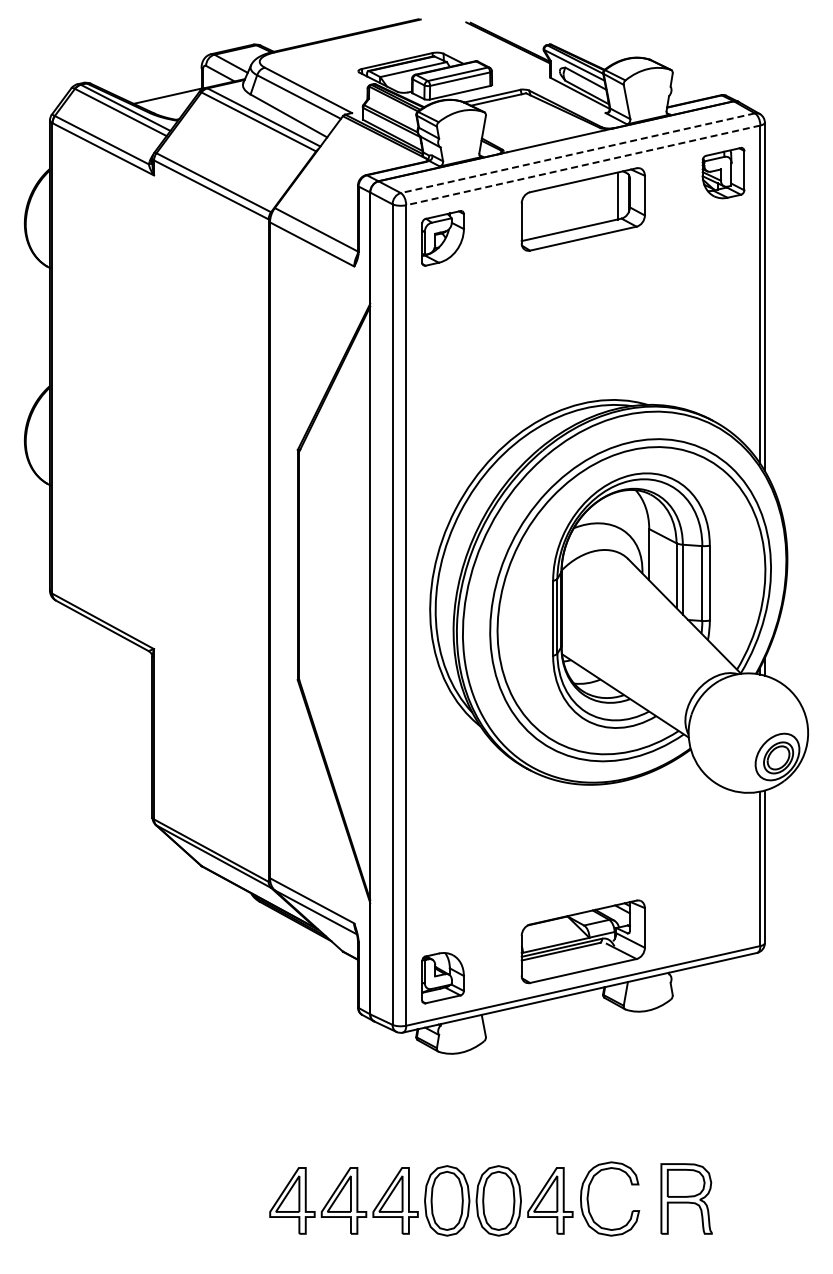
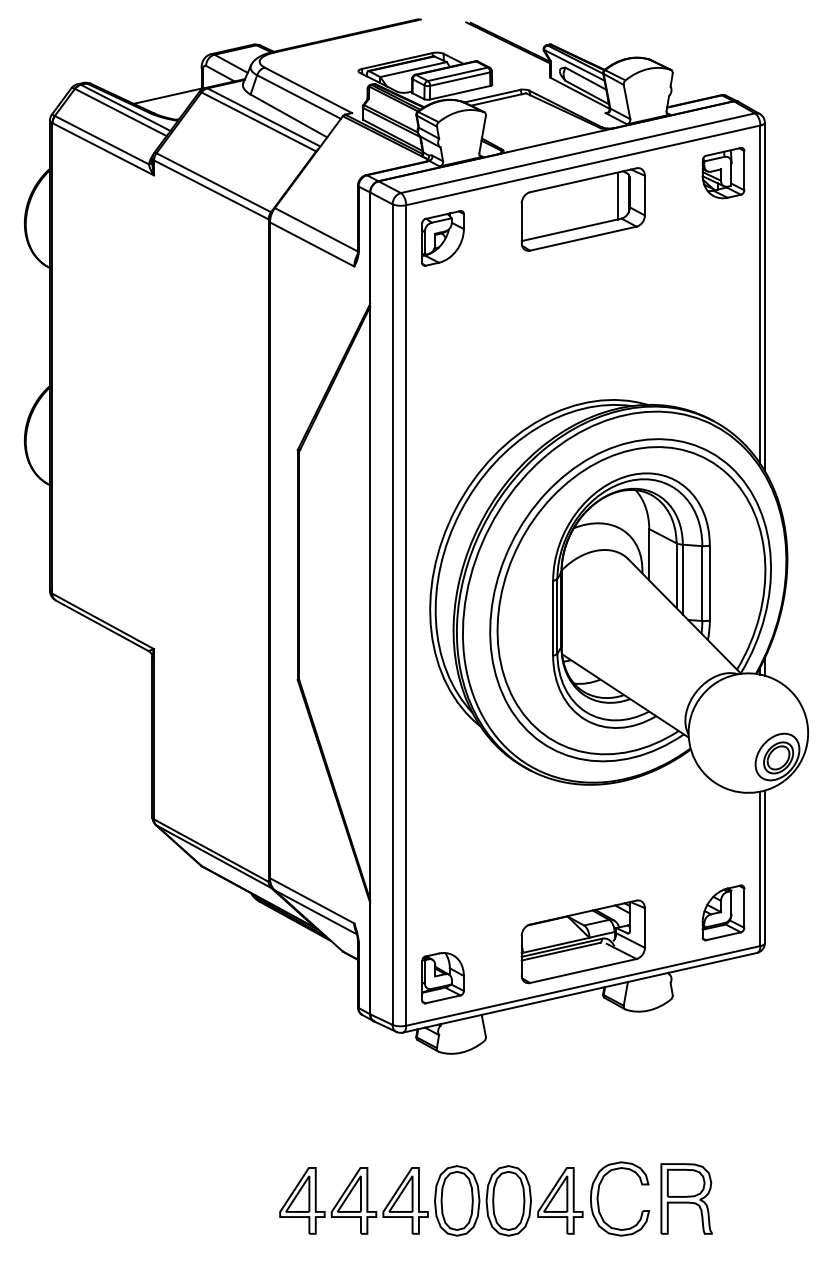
line at (577, 153): dashed -> solid
line at (583, 165): dashed -> solid
part at (723, 912): none -> present
part at (454, 1198) position: (454, 1198) -> (464, 1198)
